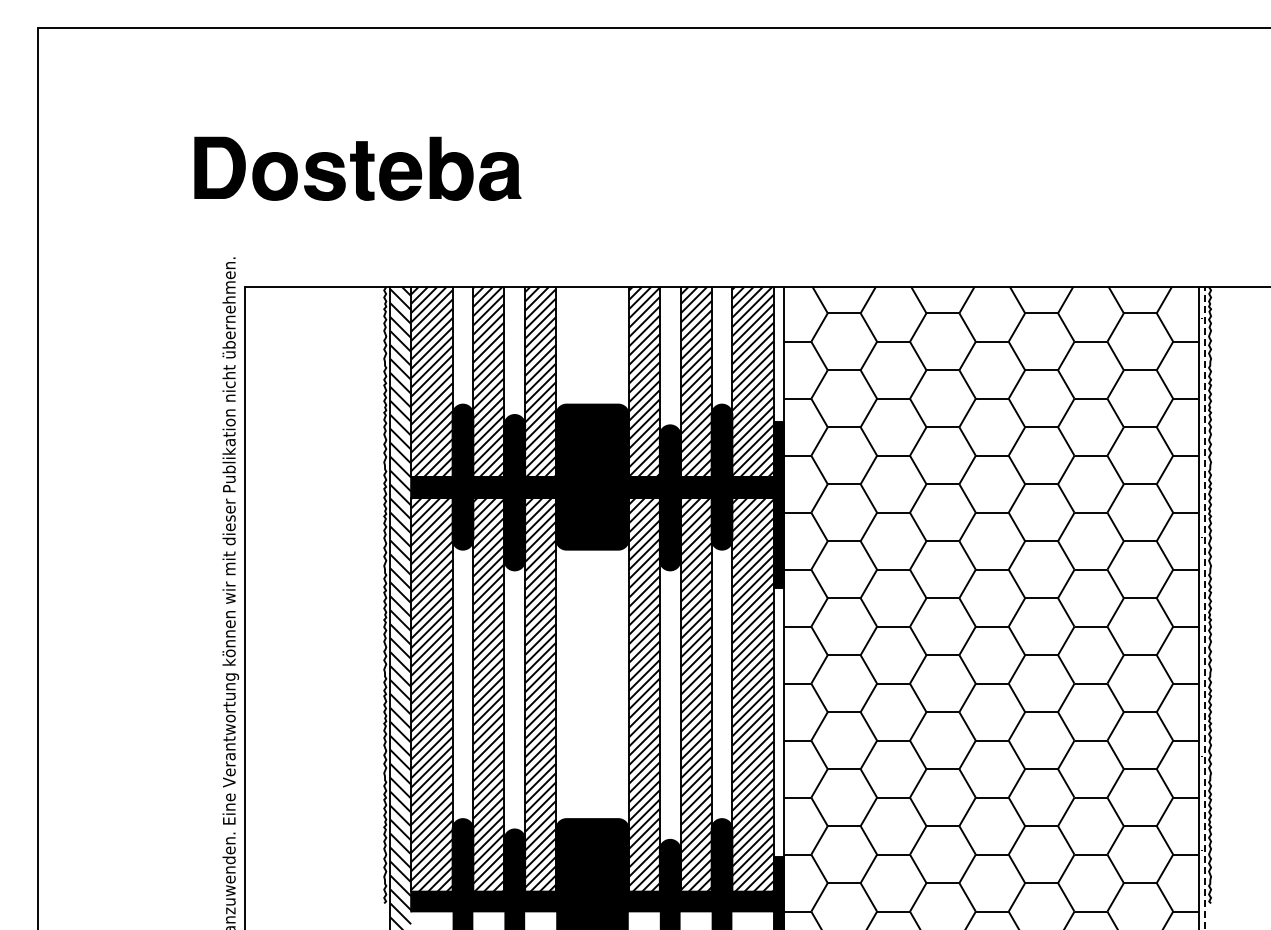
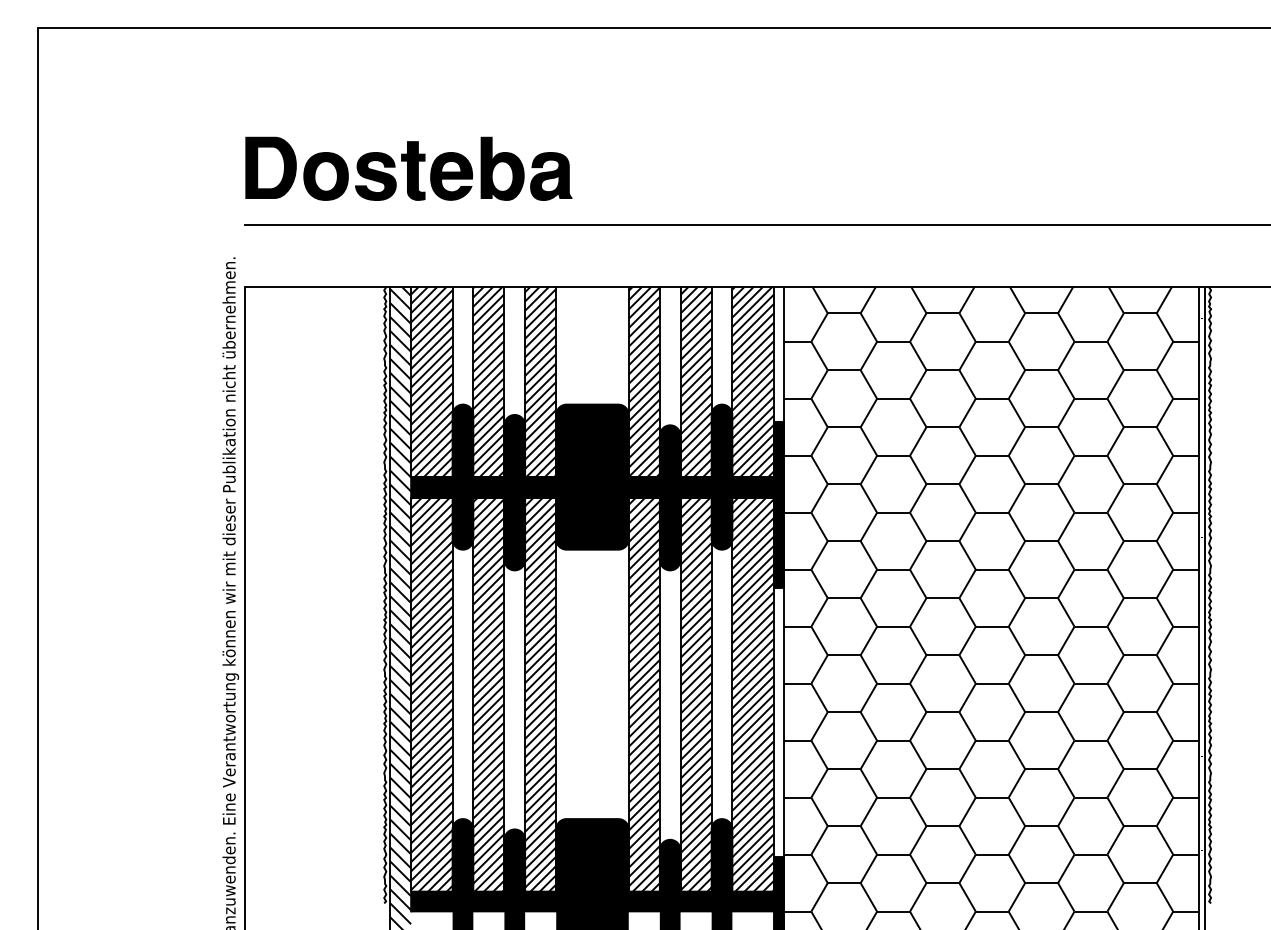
part at (357, 168) position: (357, 168) -> (408, 168)
line at (756, 224): none -> present
line at (1204, 607): dashed -> solid
